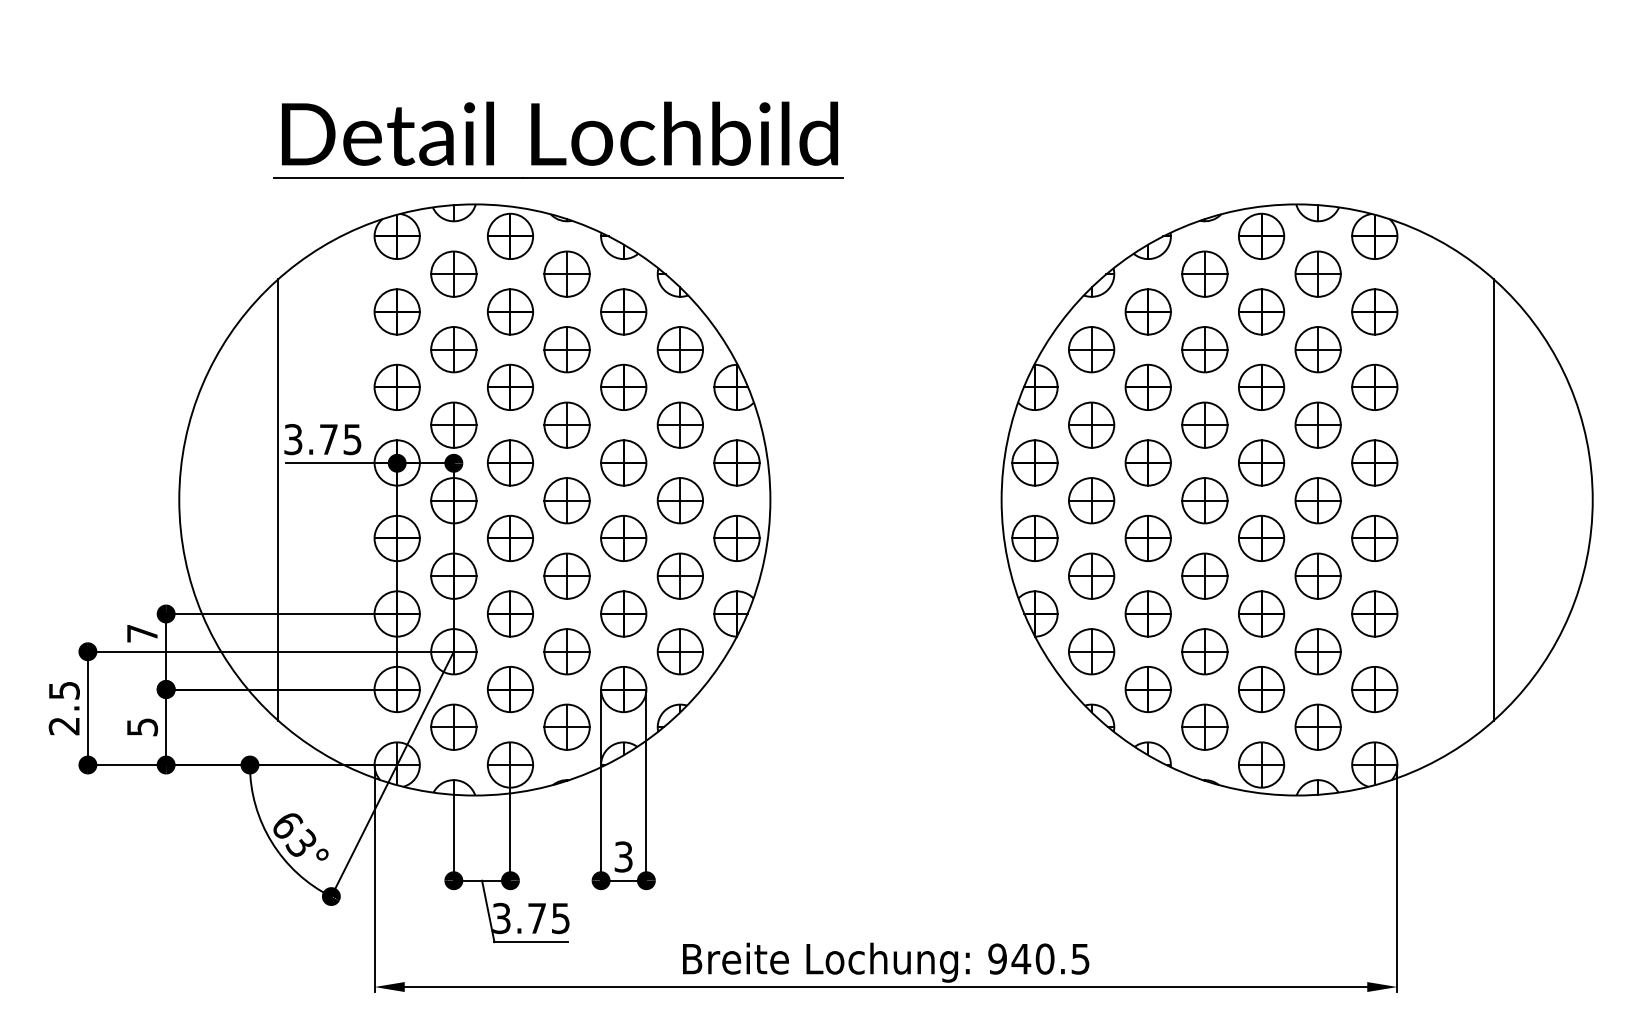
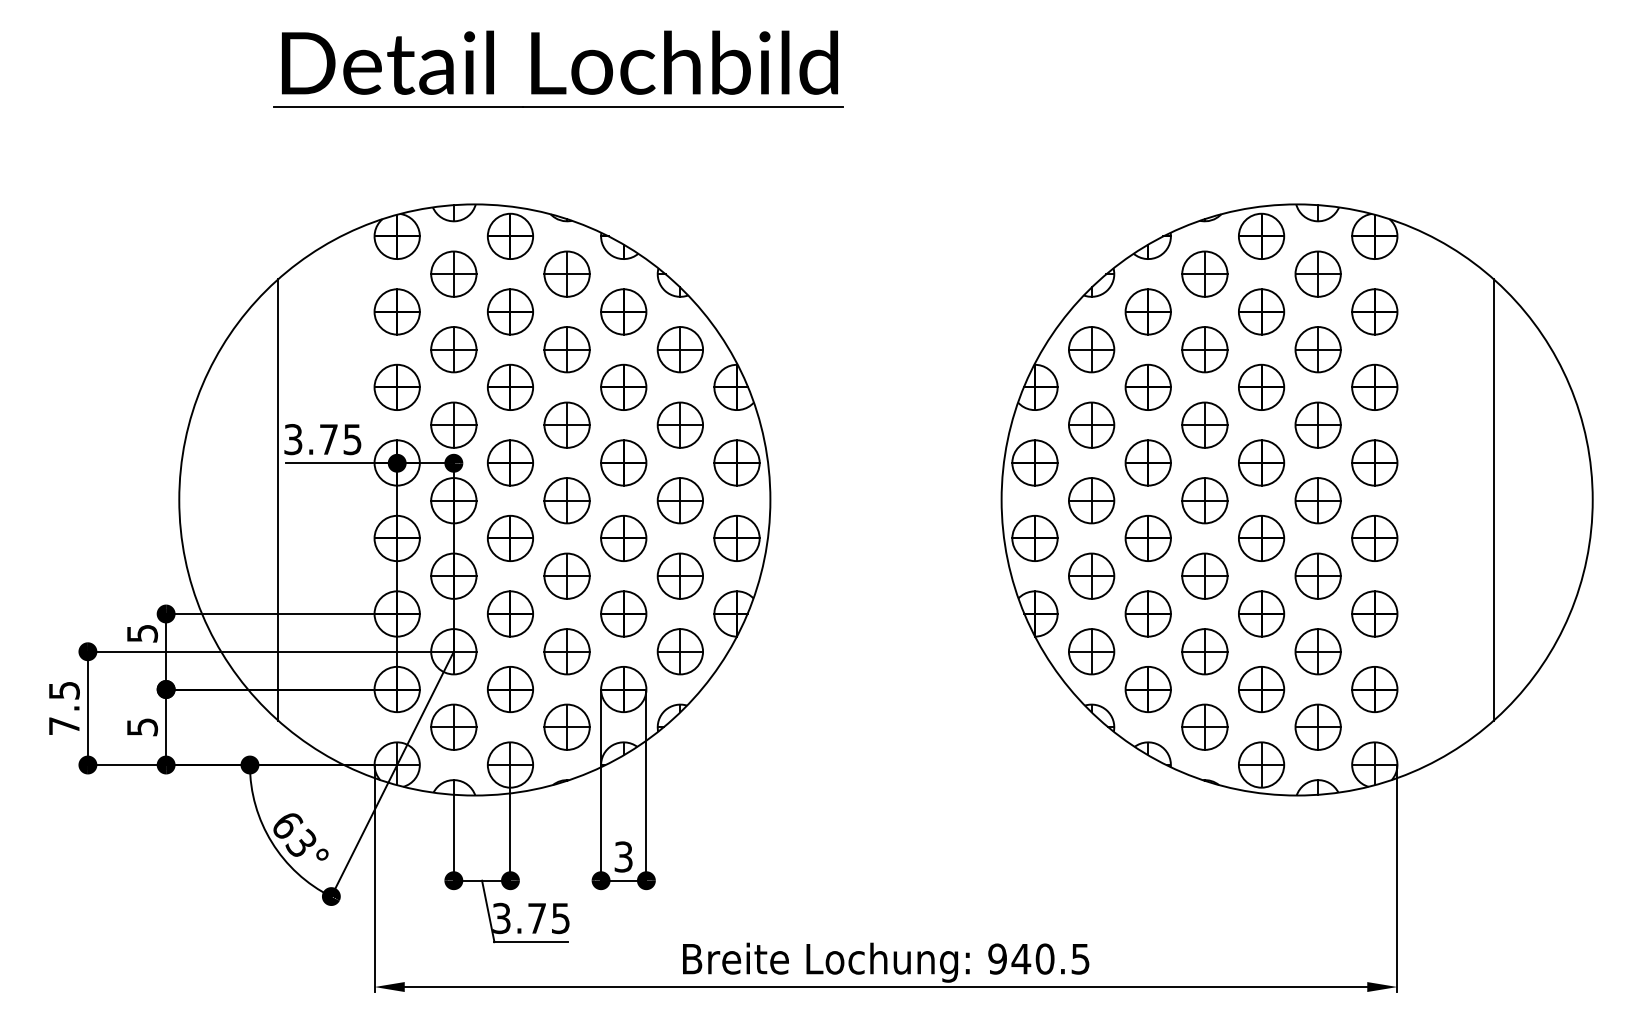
part at (571, 139) position: (571, 139) -> (571, 68)
text at (142, 633): 7 -> 5
text at (63, 726): 2.5 -> 7.5
